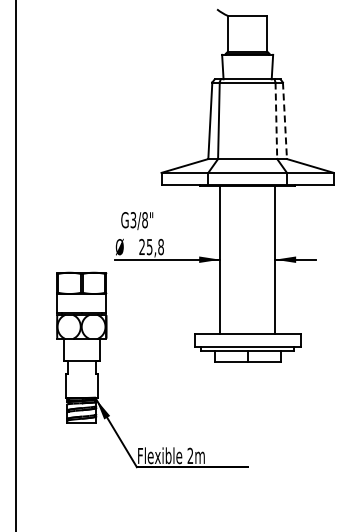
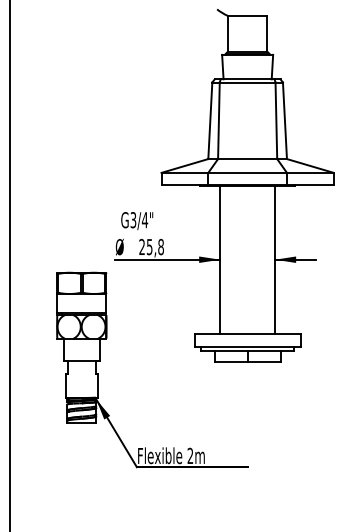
line at (276, 121): dashed -> solid
line at (284, 121): dashed -> solid
text at (144, 220): G3/8" -> G3/4"
line at (16, 265) position: (16, 265) -> (10, 265)
